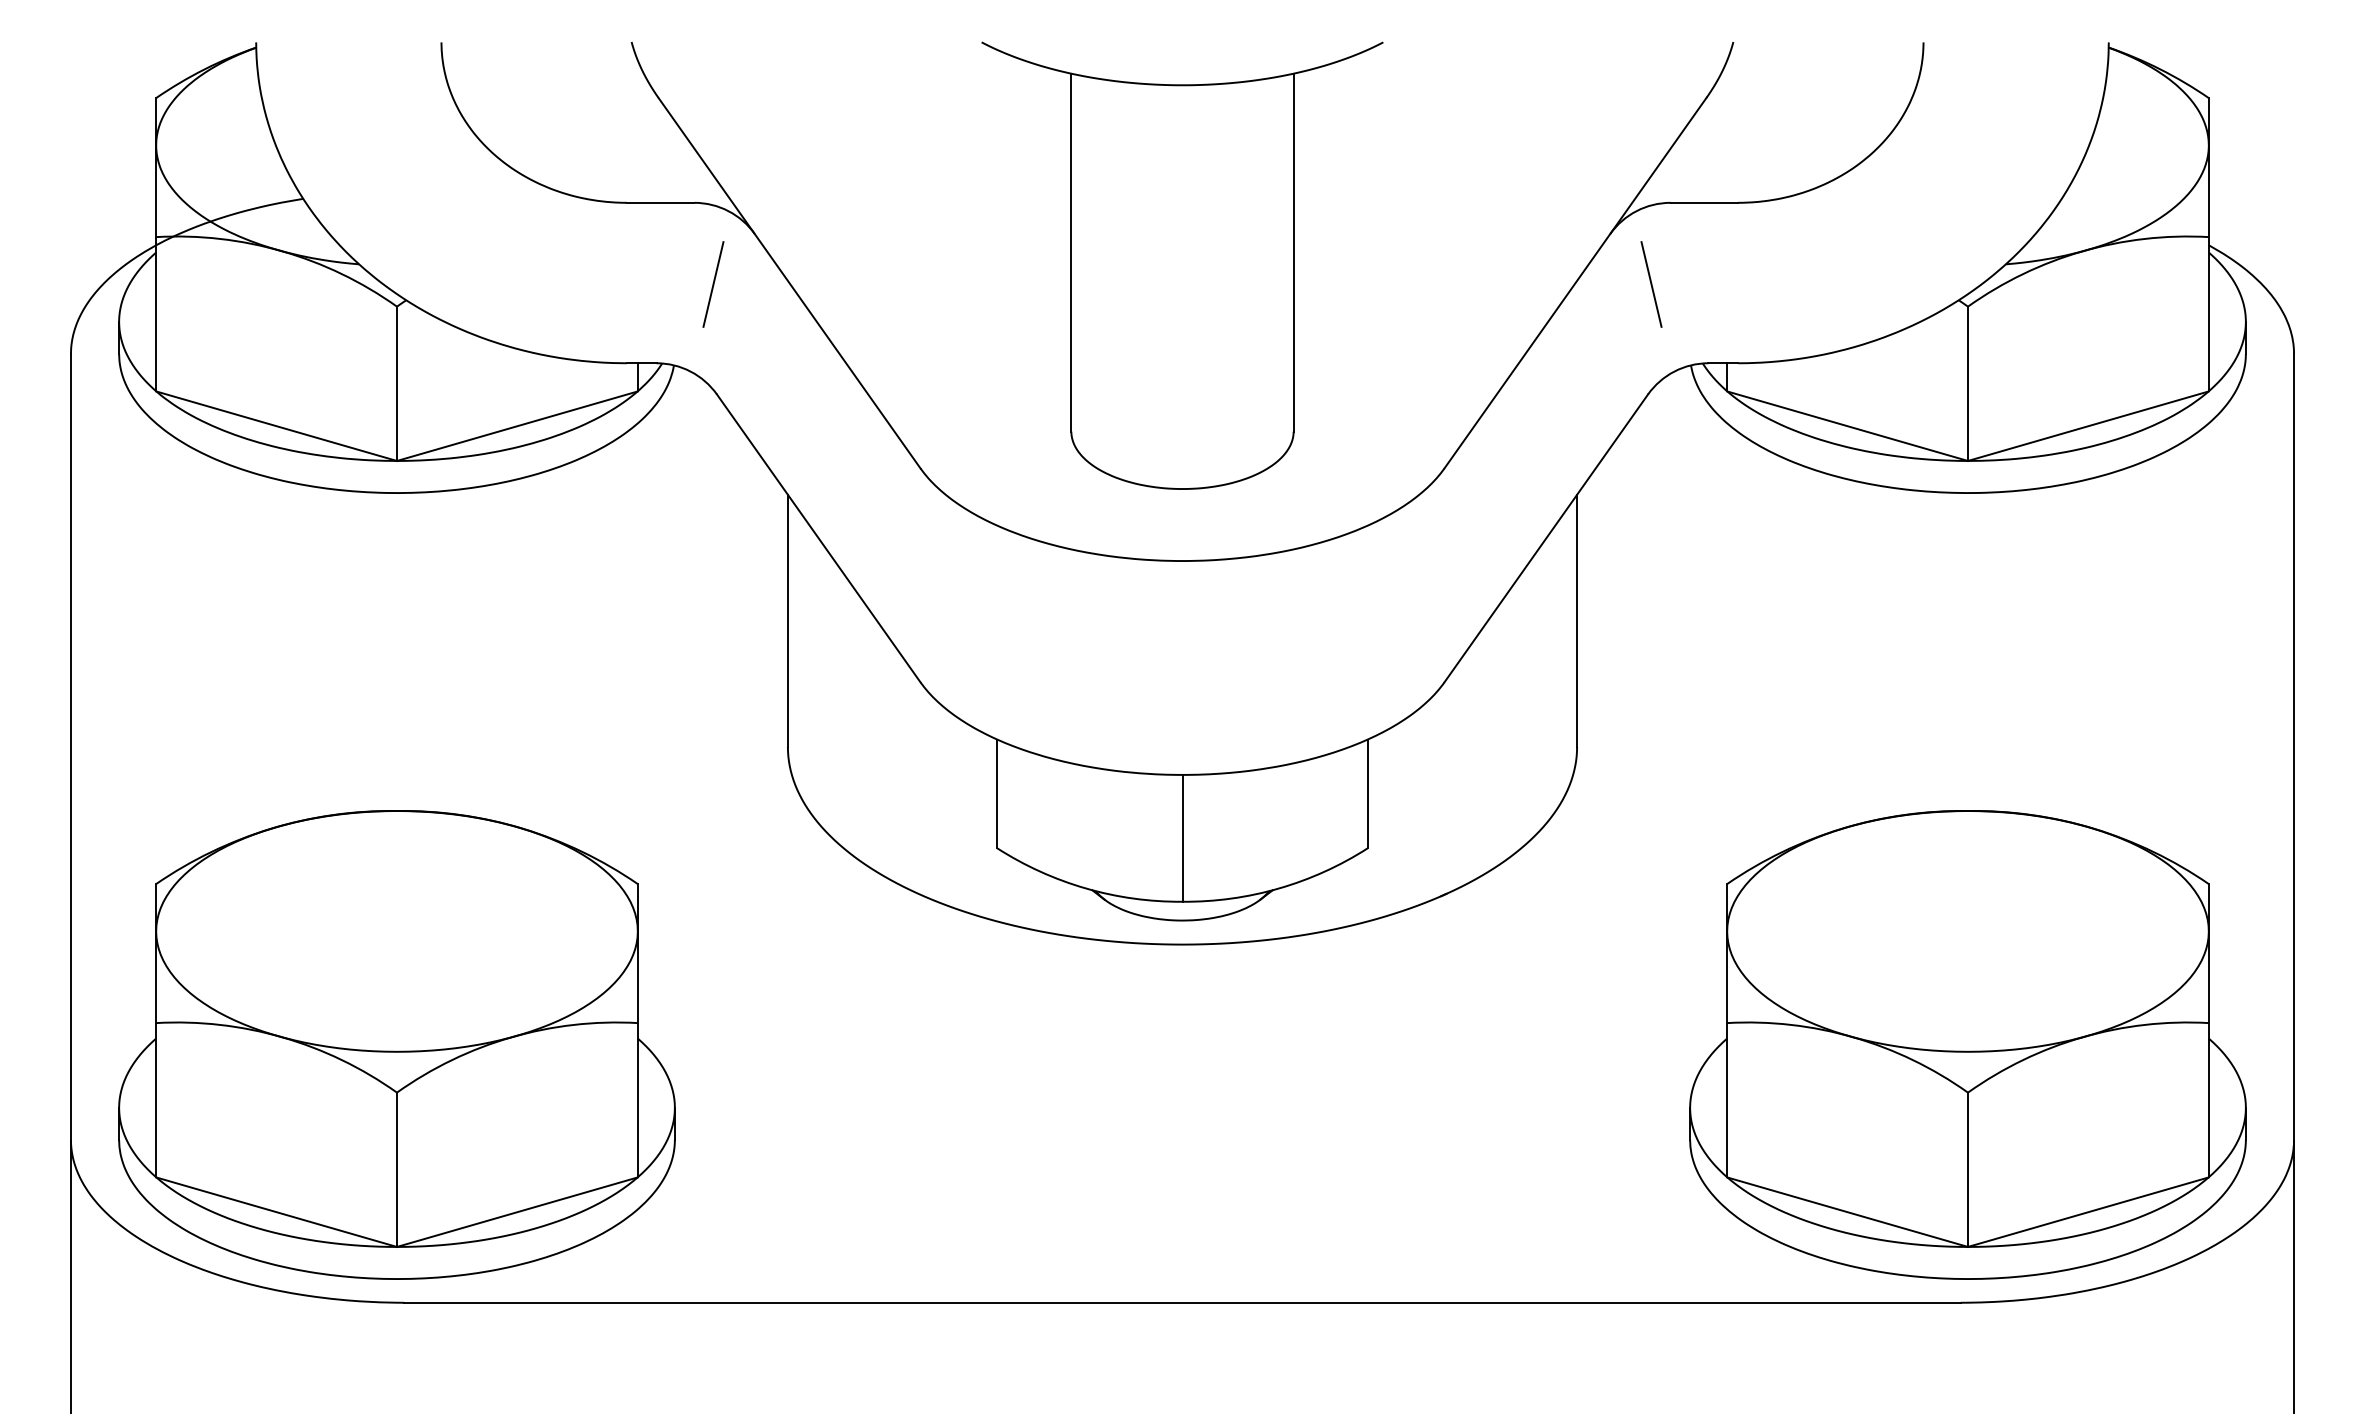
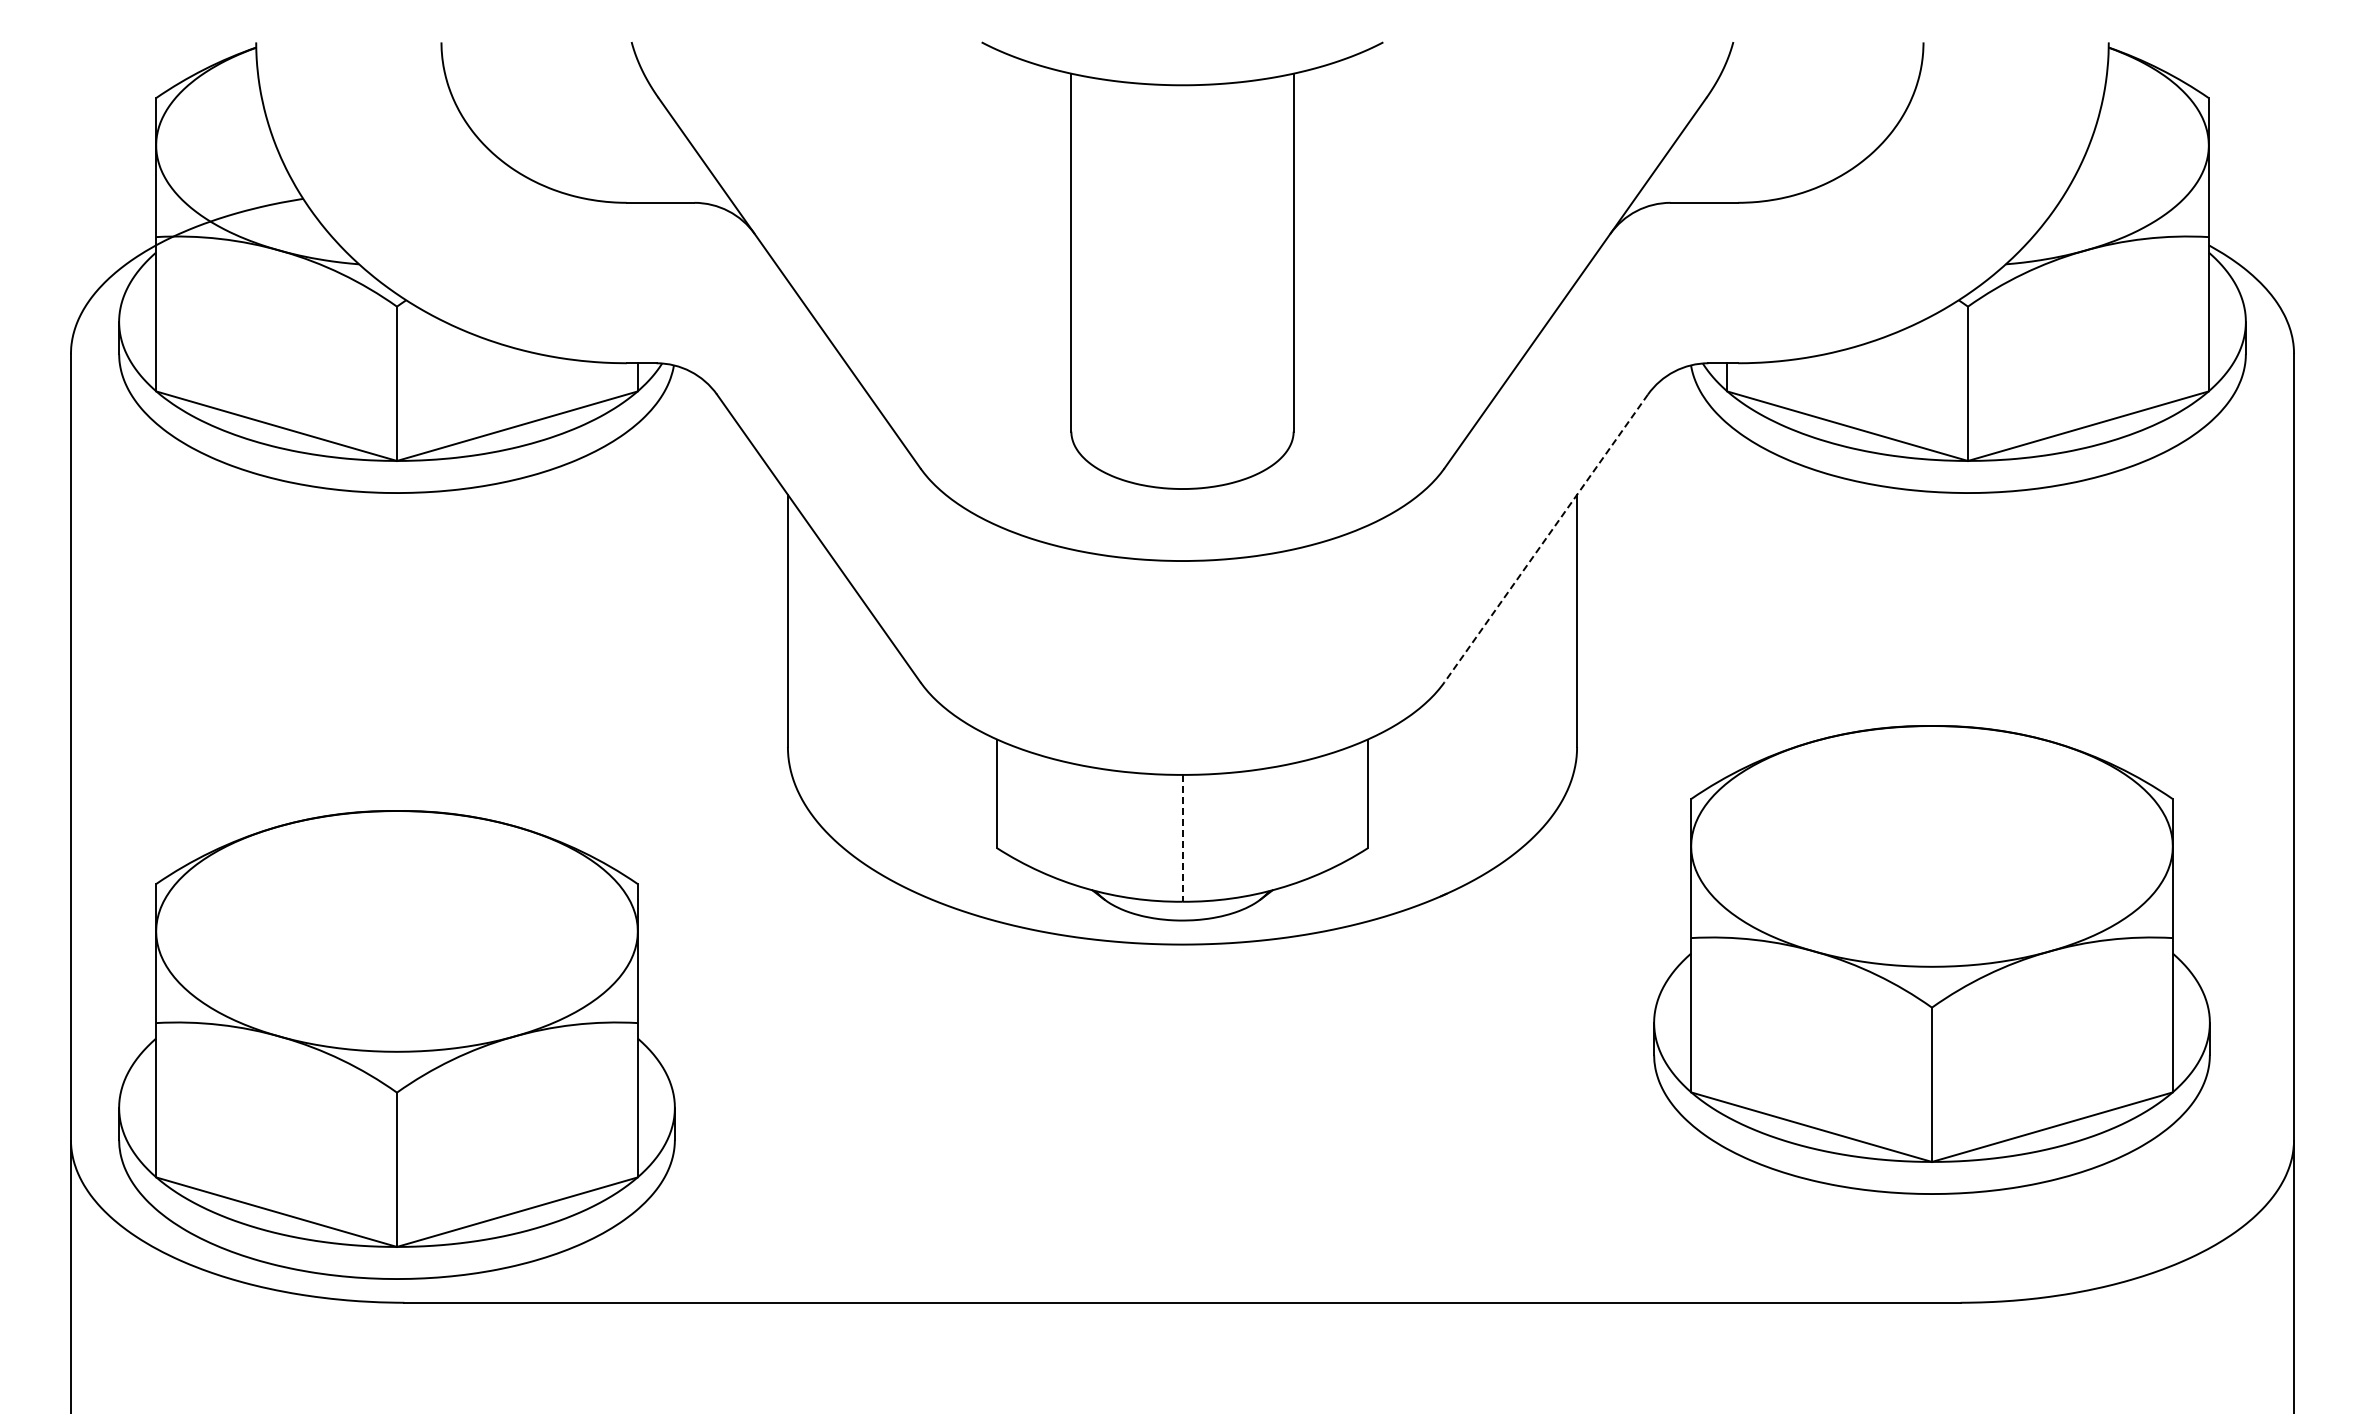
line at (713, 284): present -> none
line at (1651, 284): present -> none
line at (1545, 538): solid -> dashed
line at (1182, 838): solid -> dashed
part at (1967, 1044) position: (1967, 1044) -> (1931, 959)
